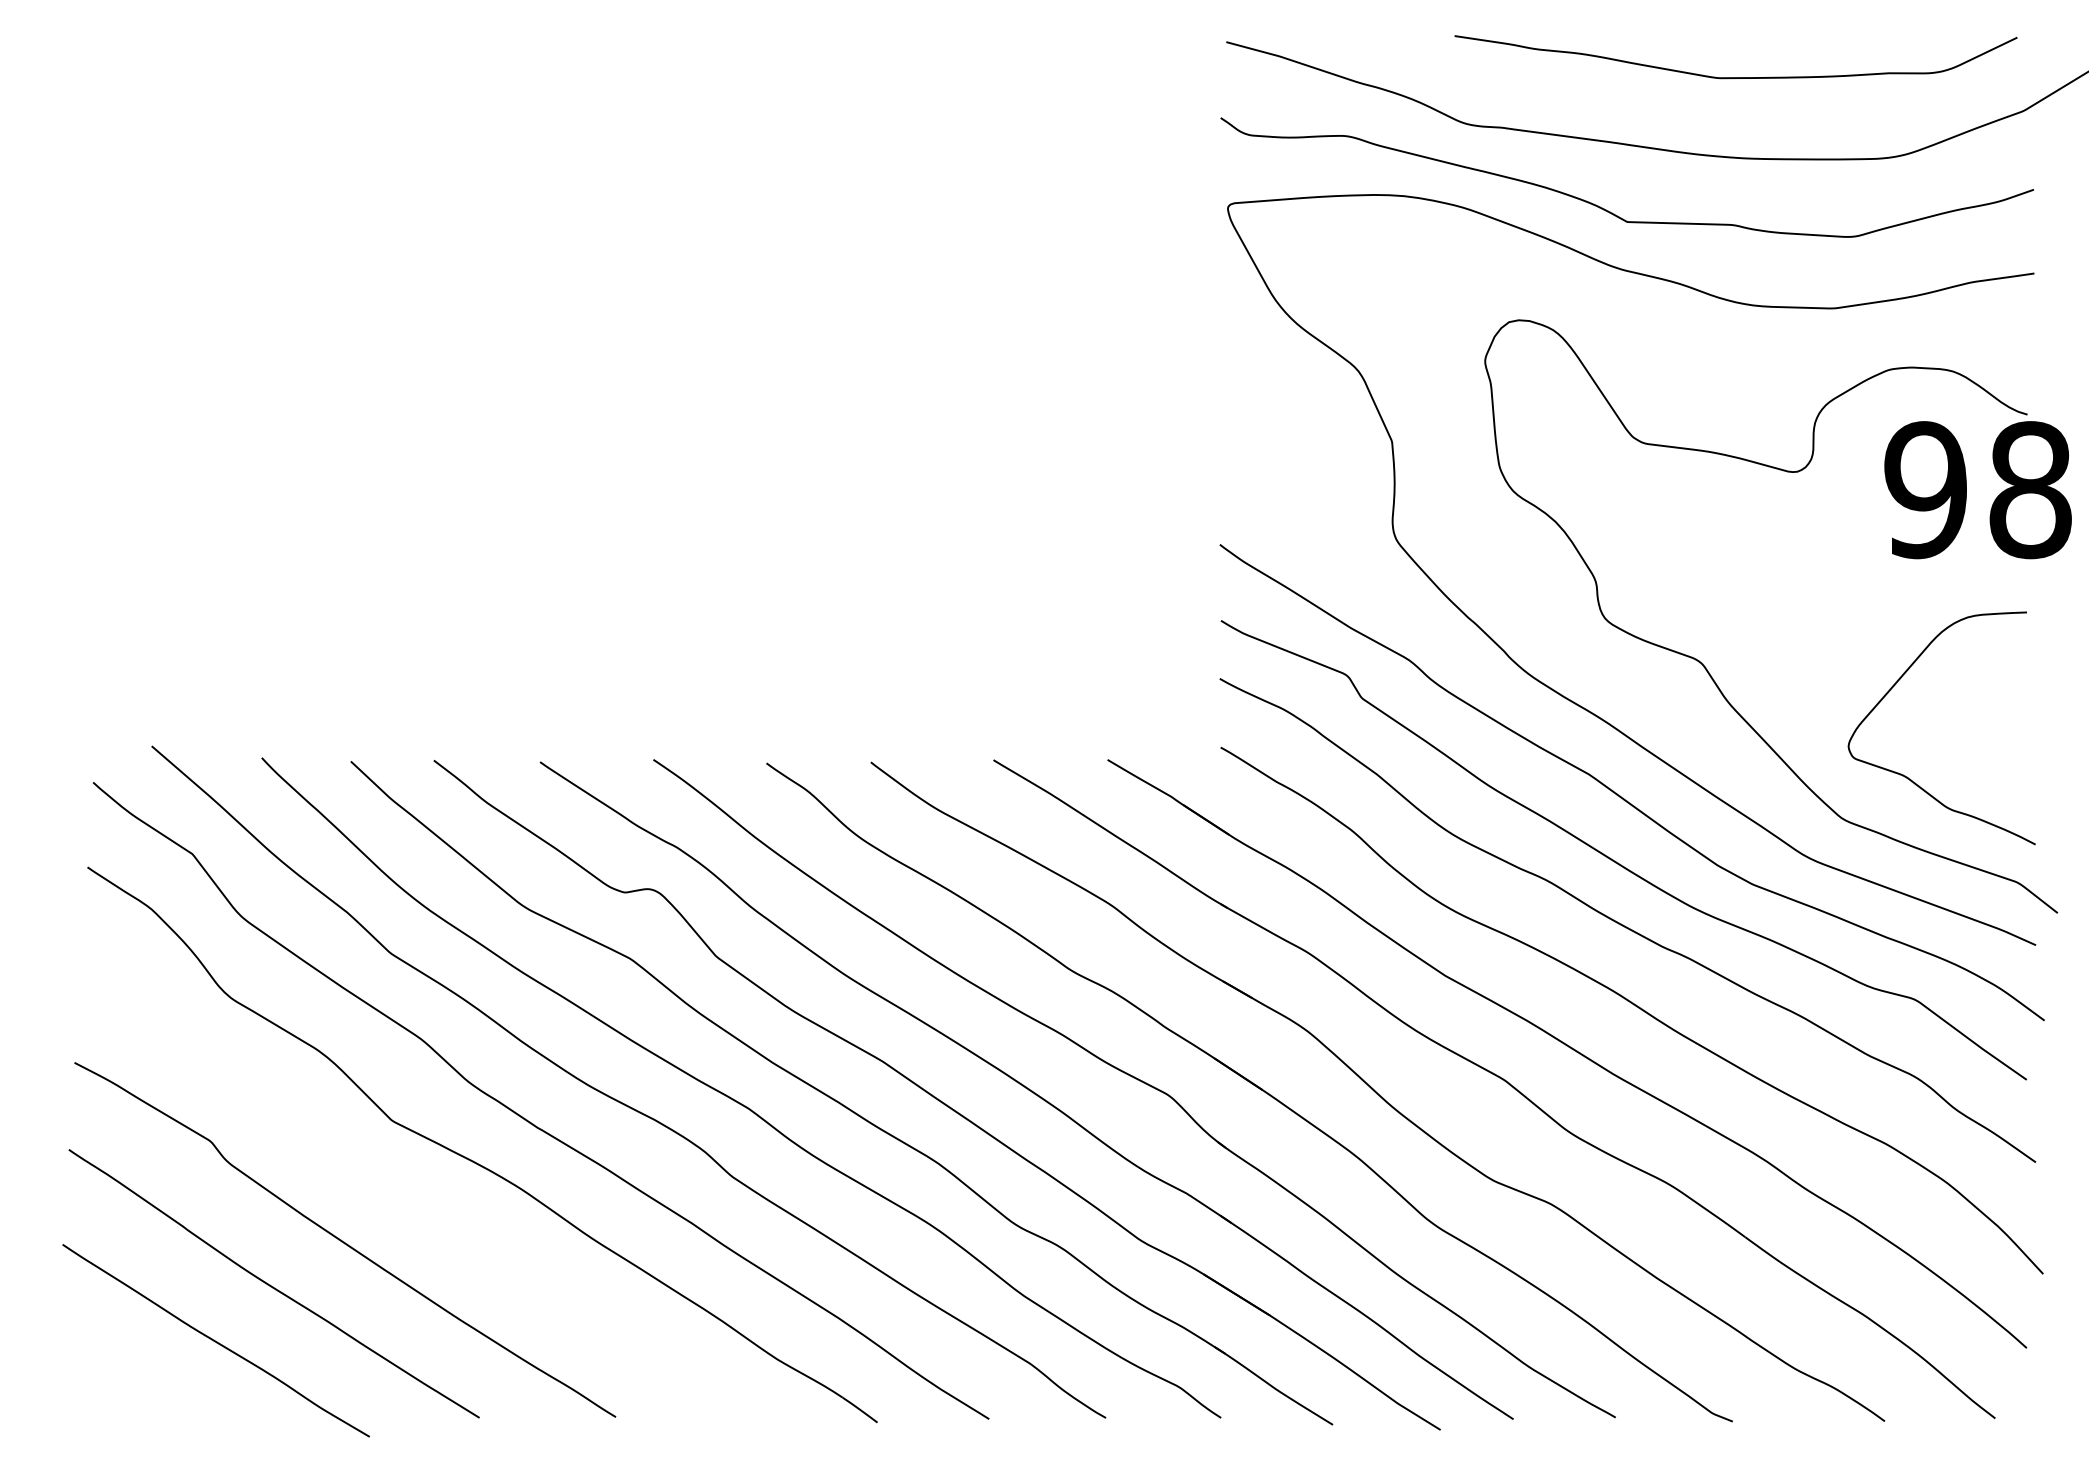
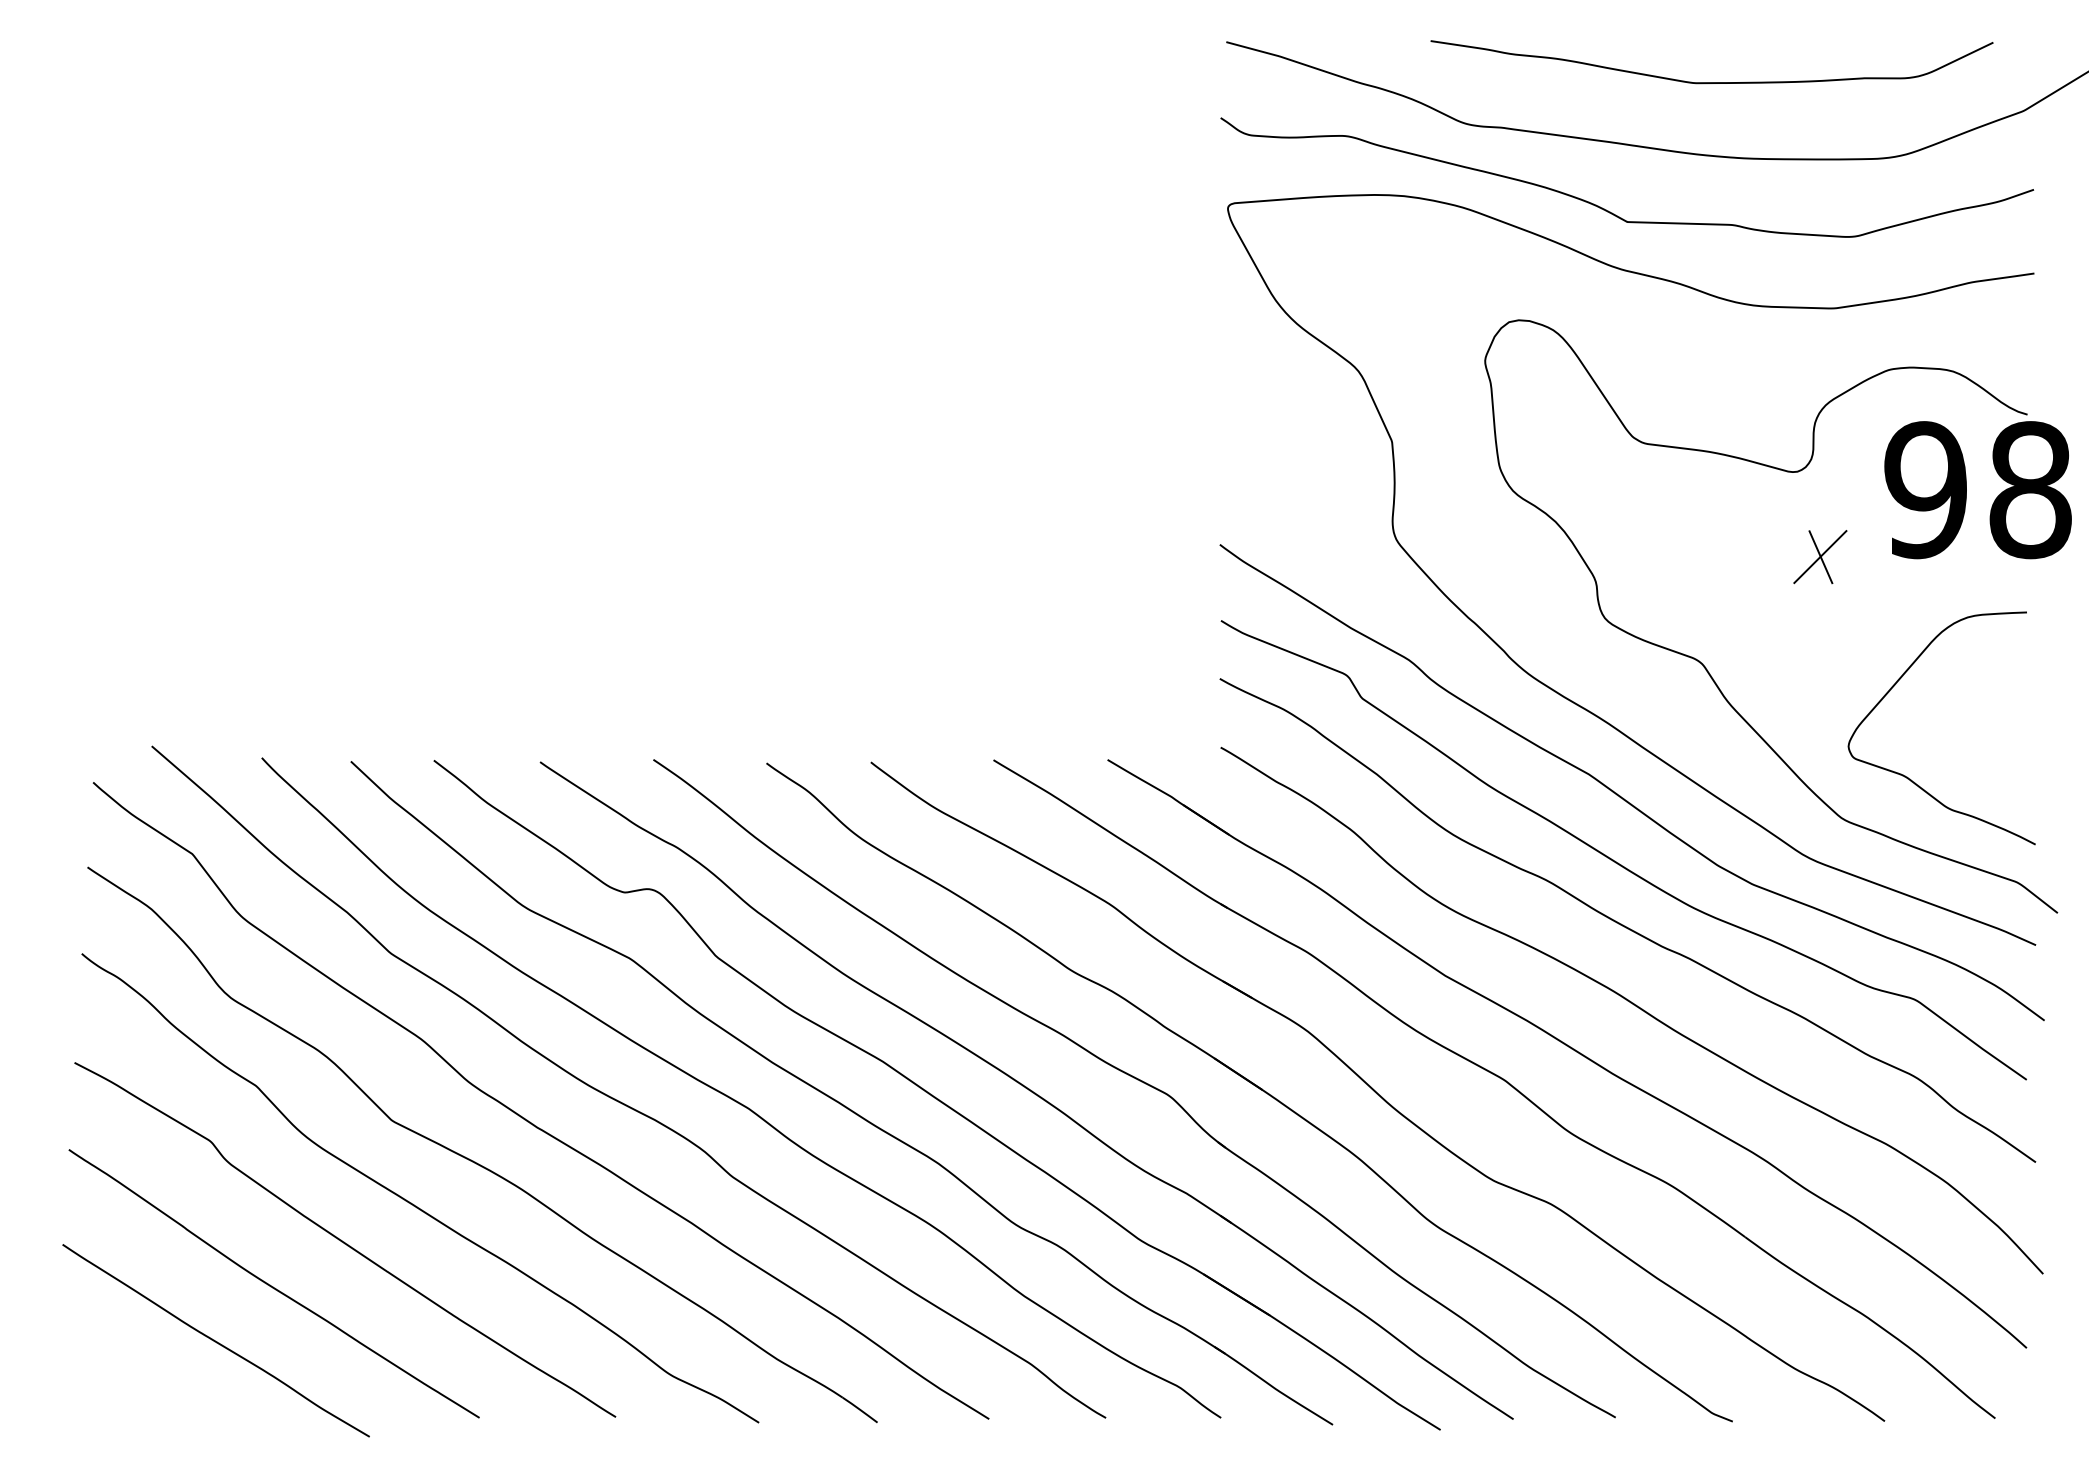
curve at (1735, 77) position: (1735, 77) -> (1711, 82)
part at (1820, 557): none -> present
curve at (411, 1202): none -> present
